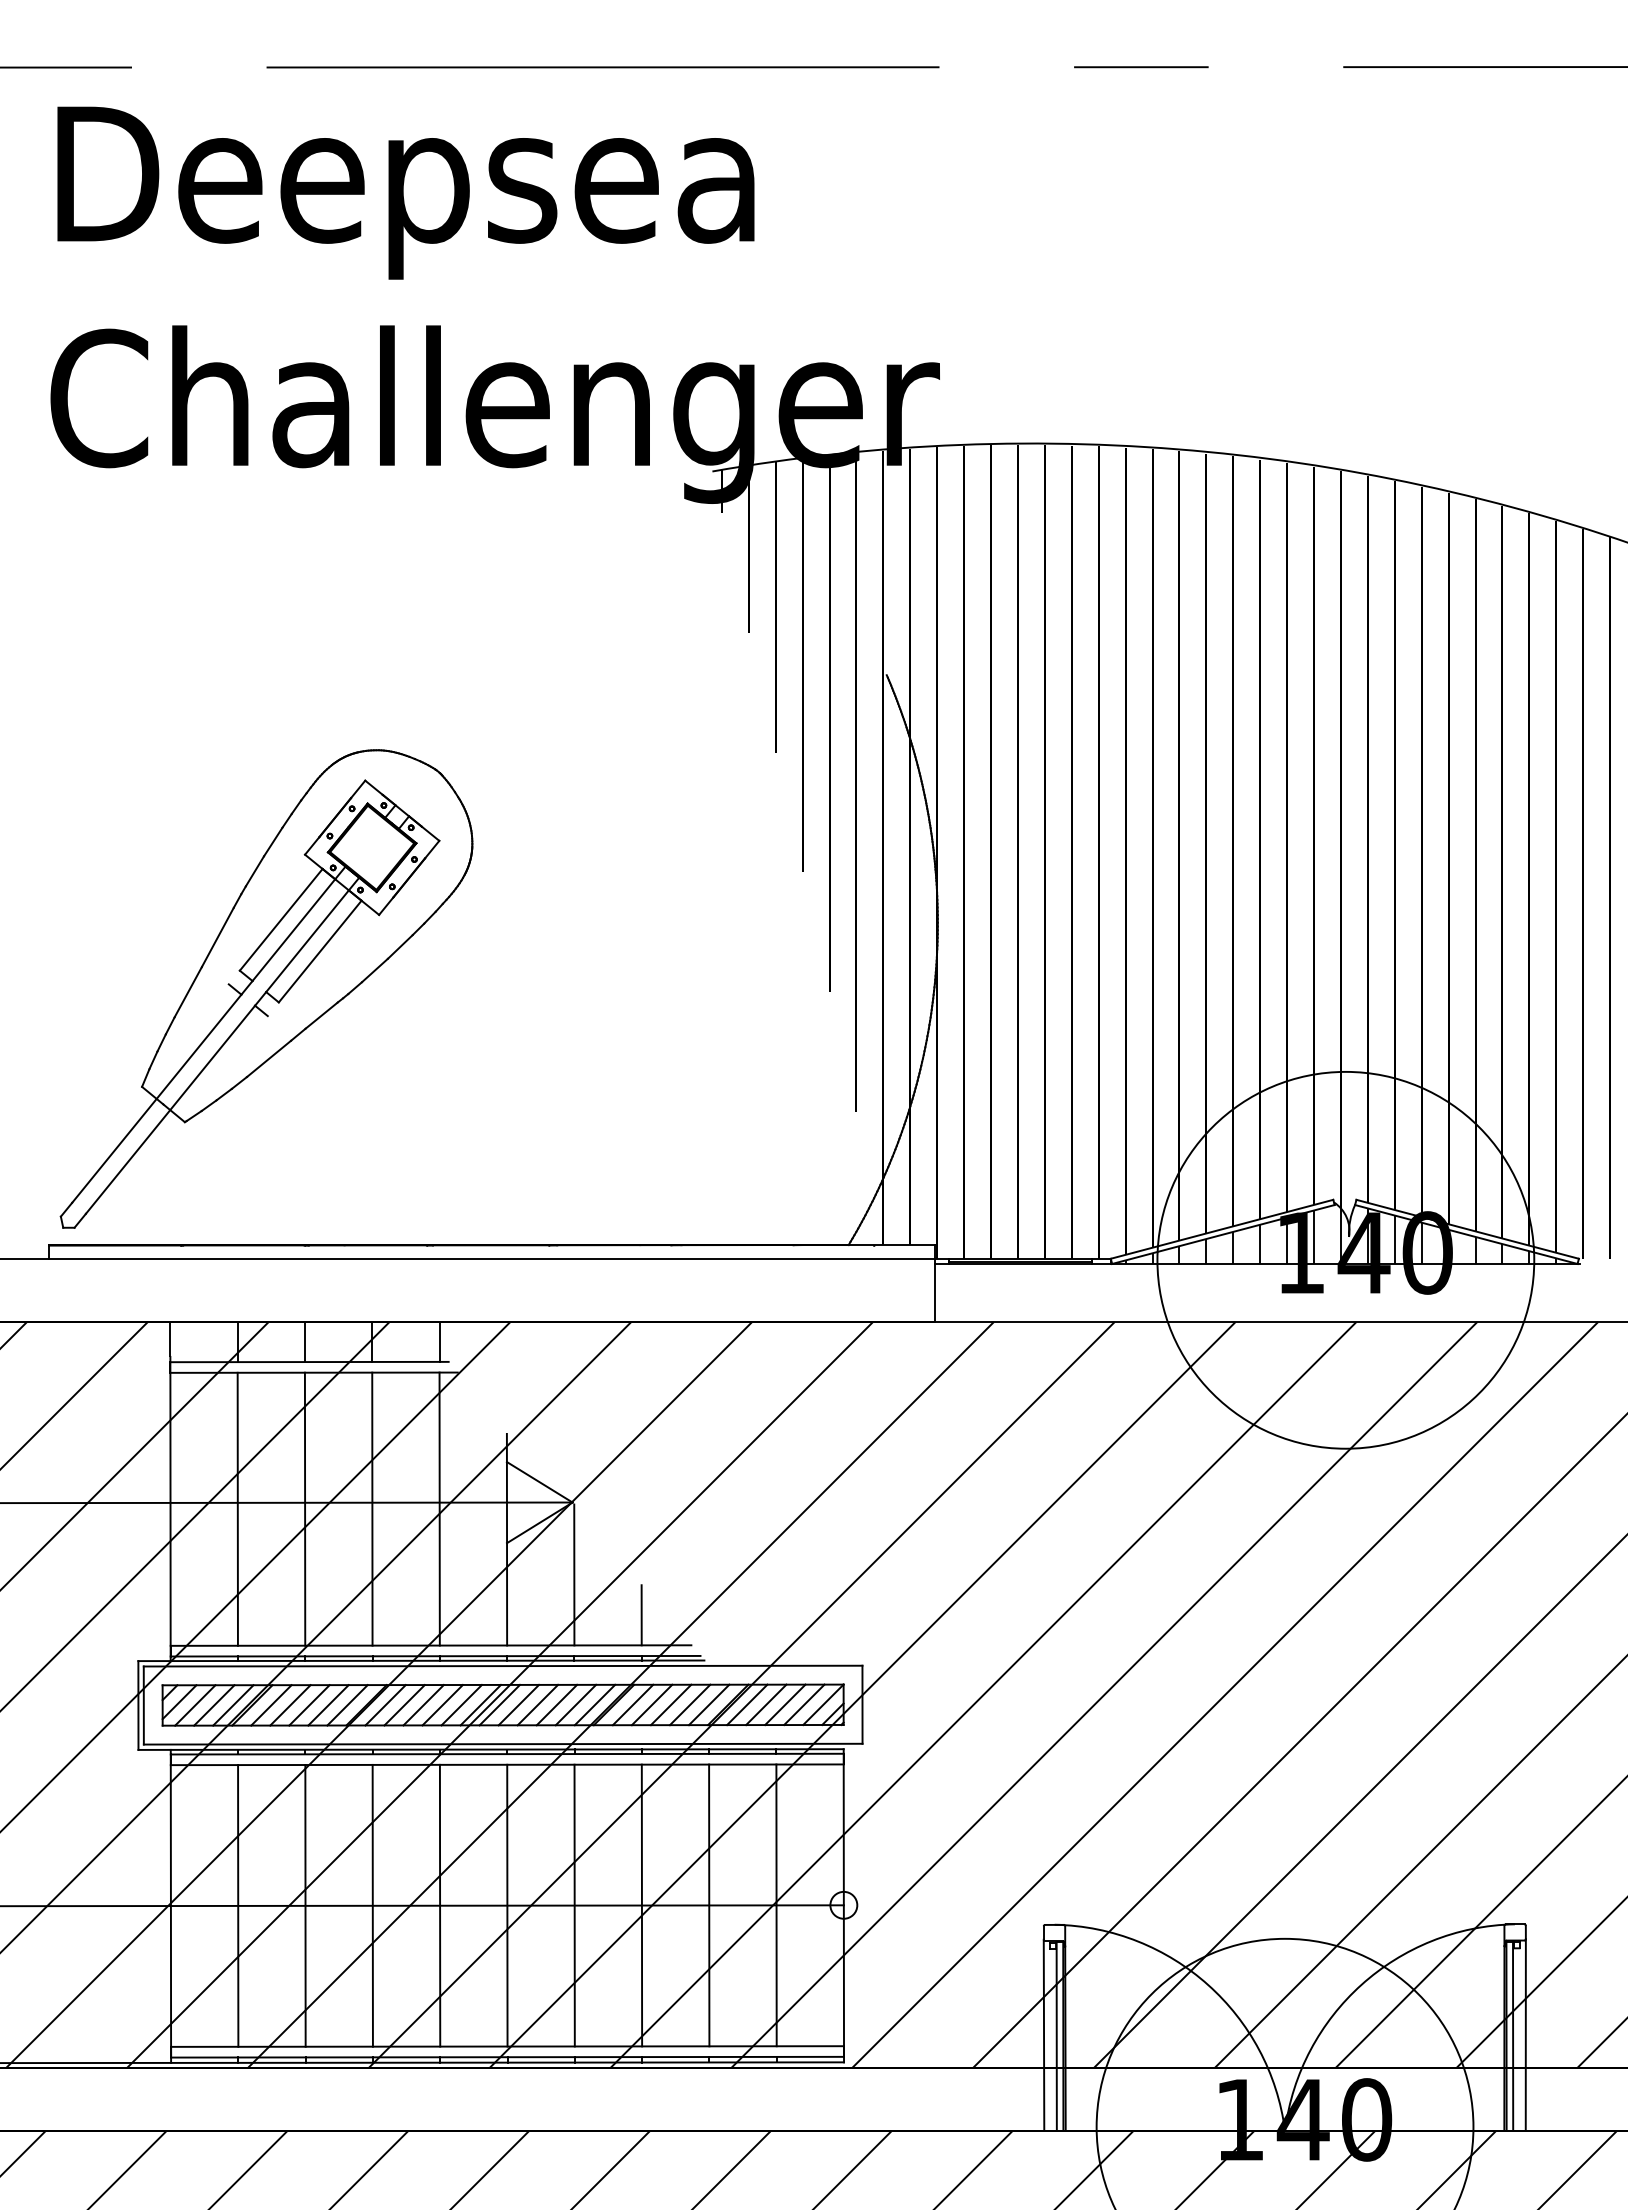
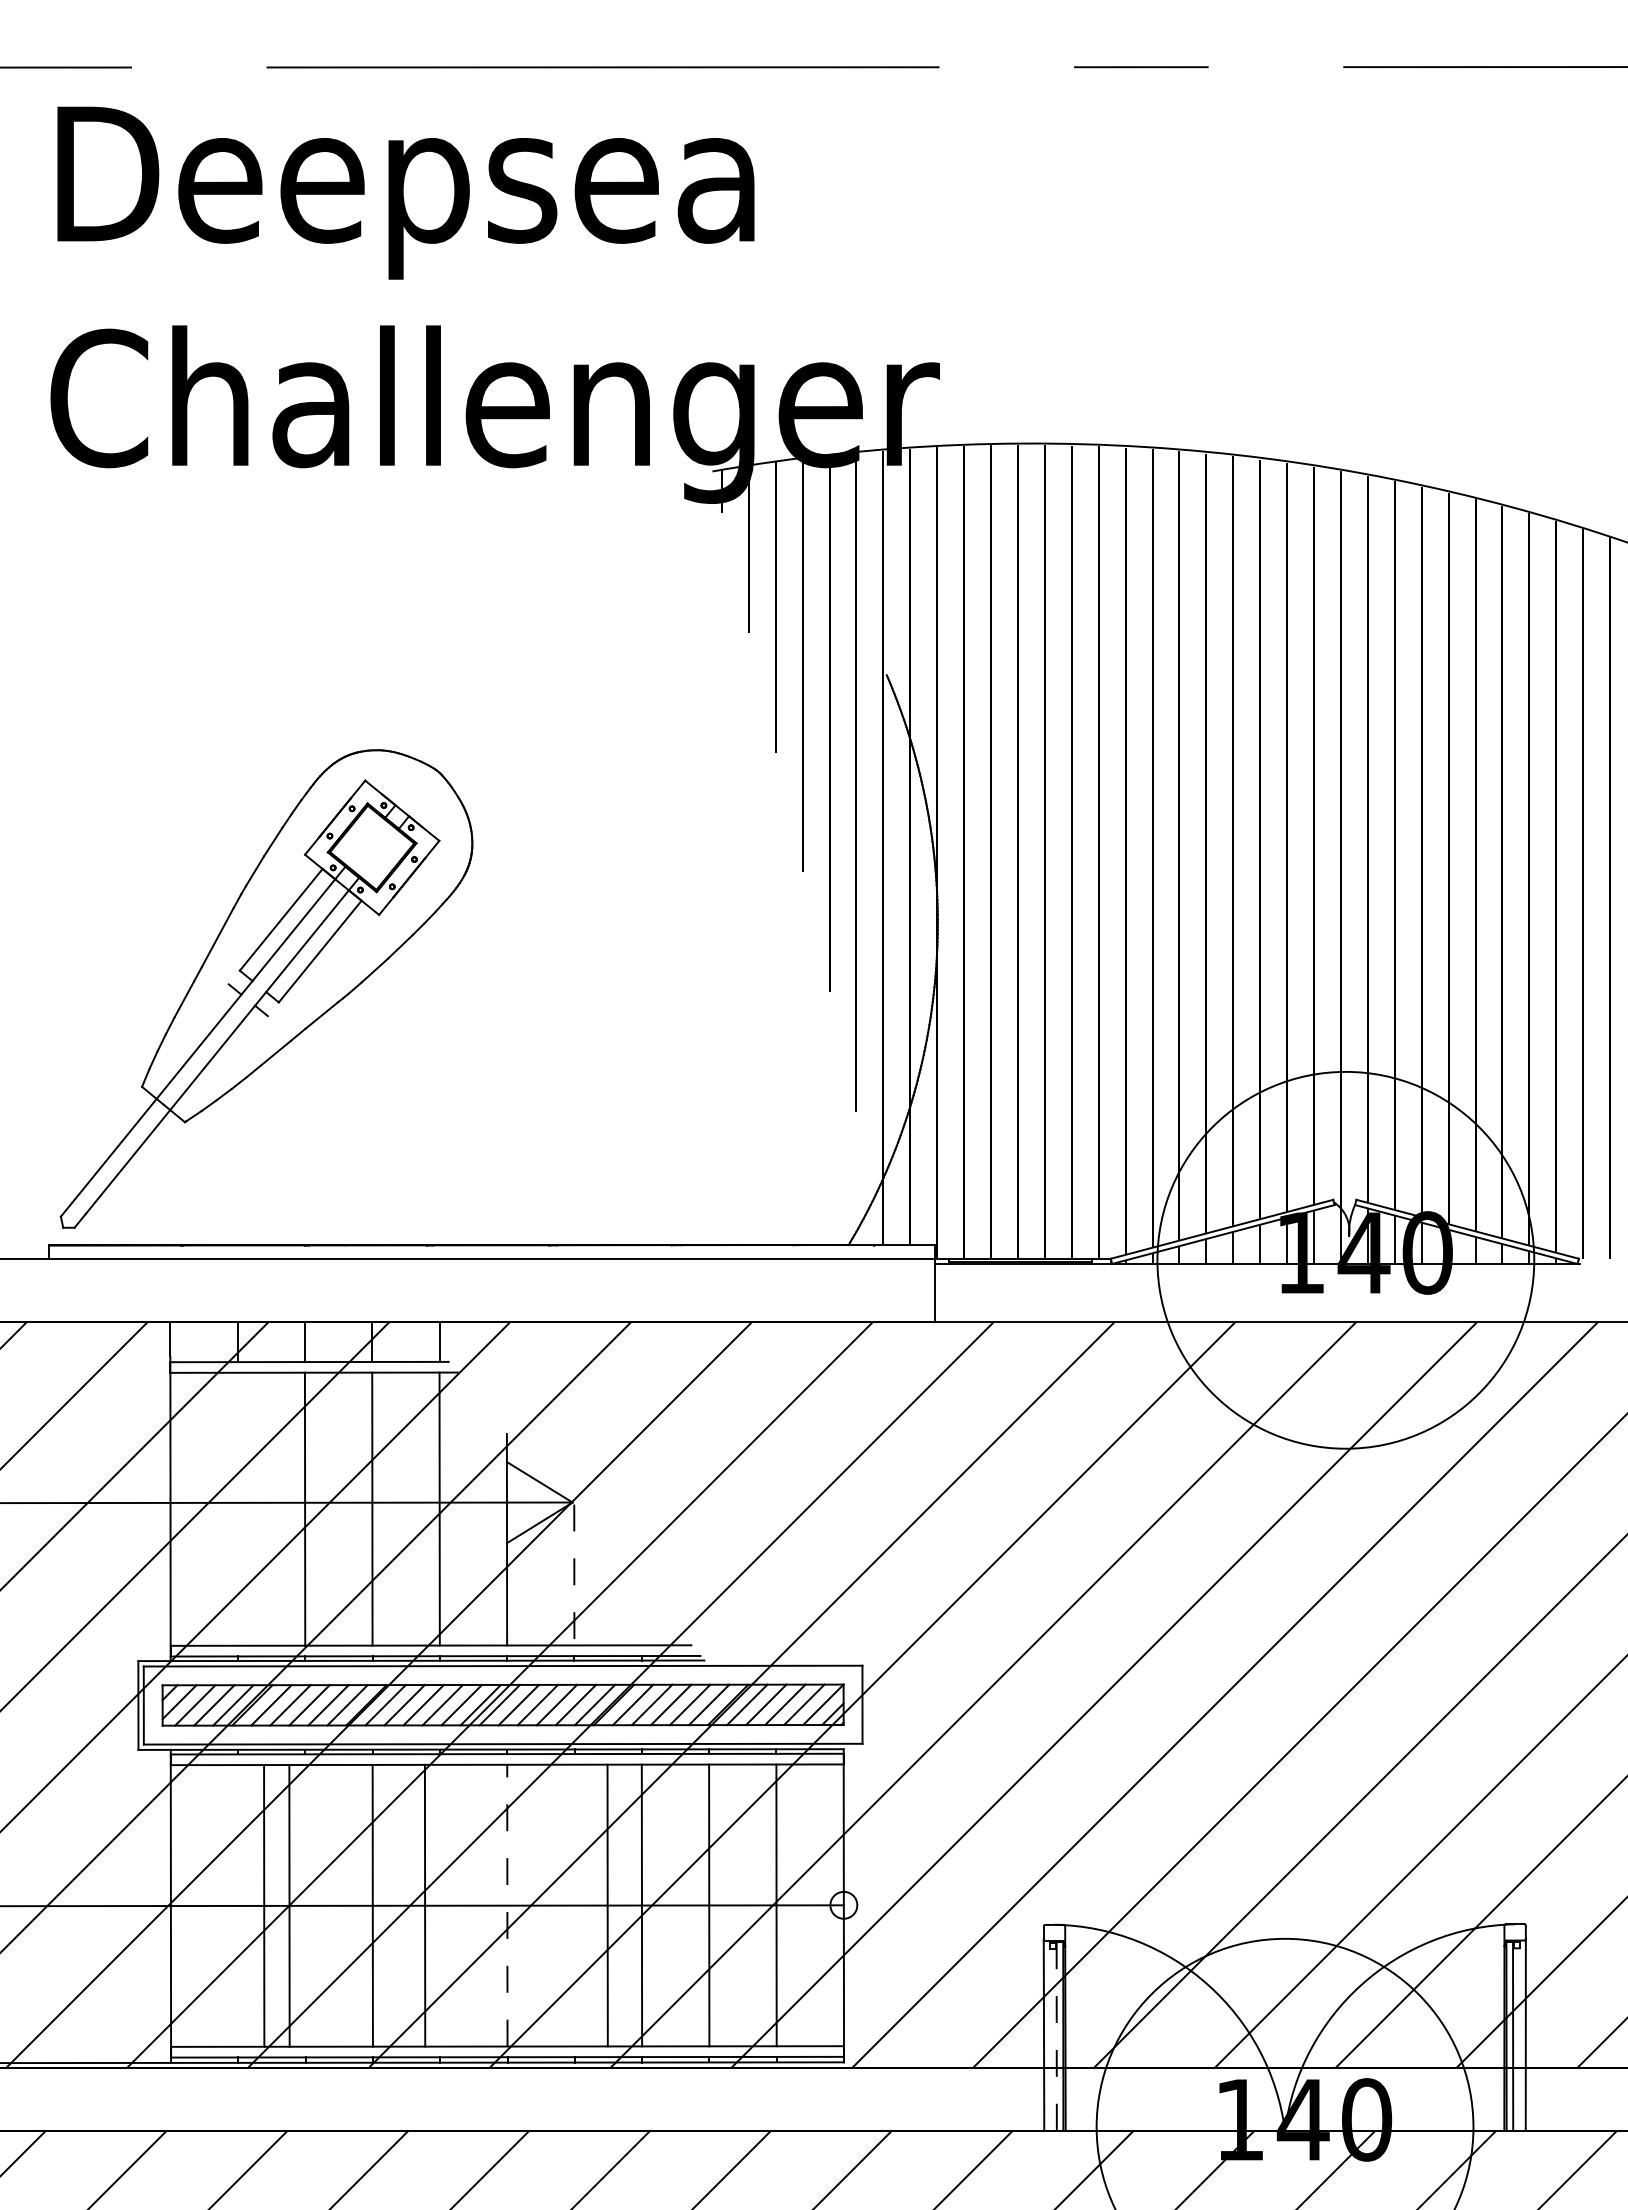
line at (237, 1508): present -> none
line at (574, 1575): solid -> dashed
line at (641, 1615): present -> none
line at (238, 1905) position: (238, 1905) -> (264, 1905)
line at (305, 1905) position: (305, 1905) -> (289, 1905)
line at (439, 1905) position: (439, 1905) -> (424, 1905)
line at (507, 1905): solid -> dashed
line at (574, 1905) position: (574, 1905) -> (607, 1905)
line at (1056, 2037): solid -> dashed
